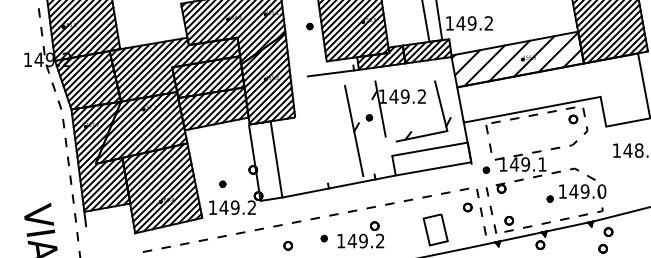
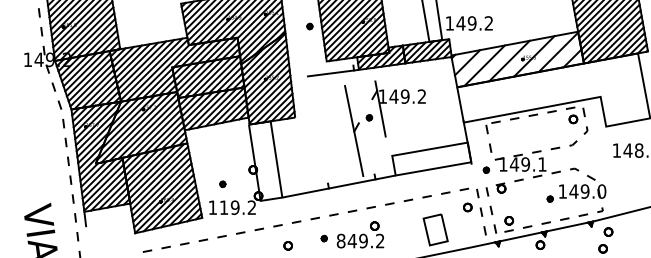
part at (440, 108): present -> none
text at (223, 207): 149.2 -> 119.2
text at (340, 240): 149.2 -> 849.2
